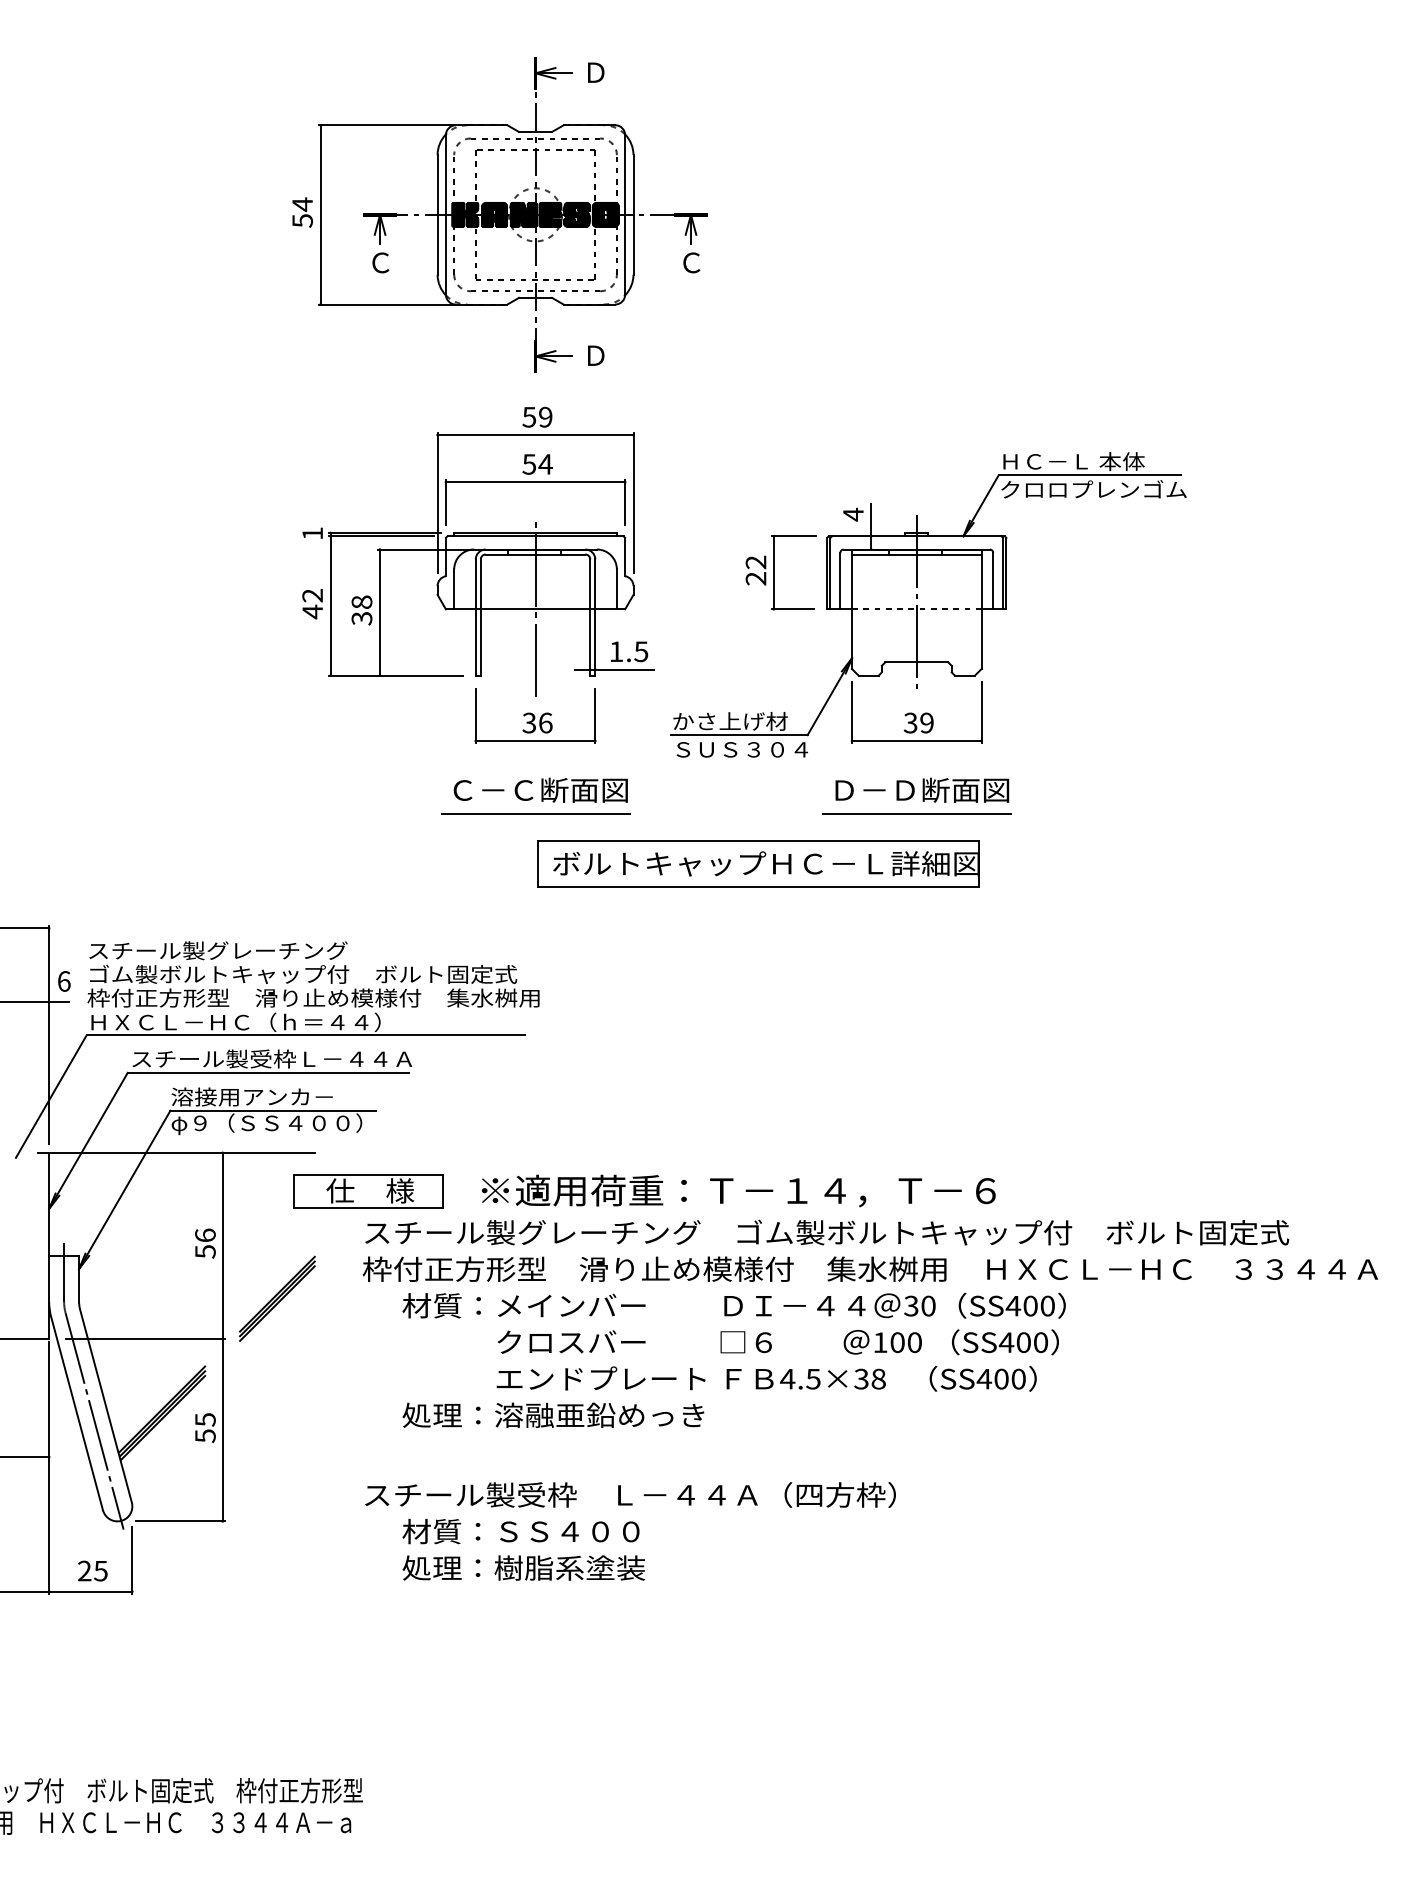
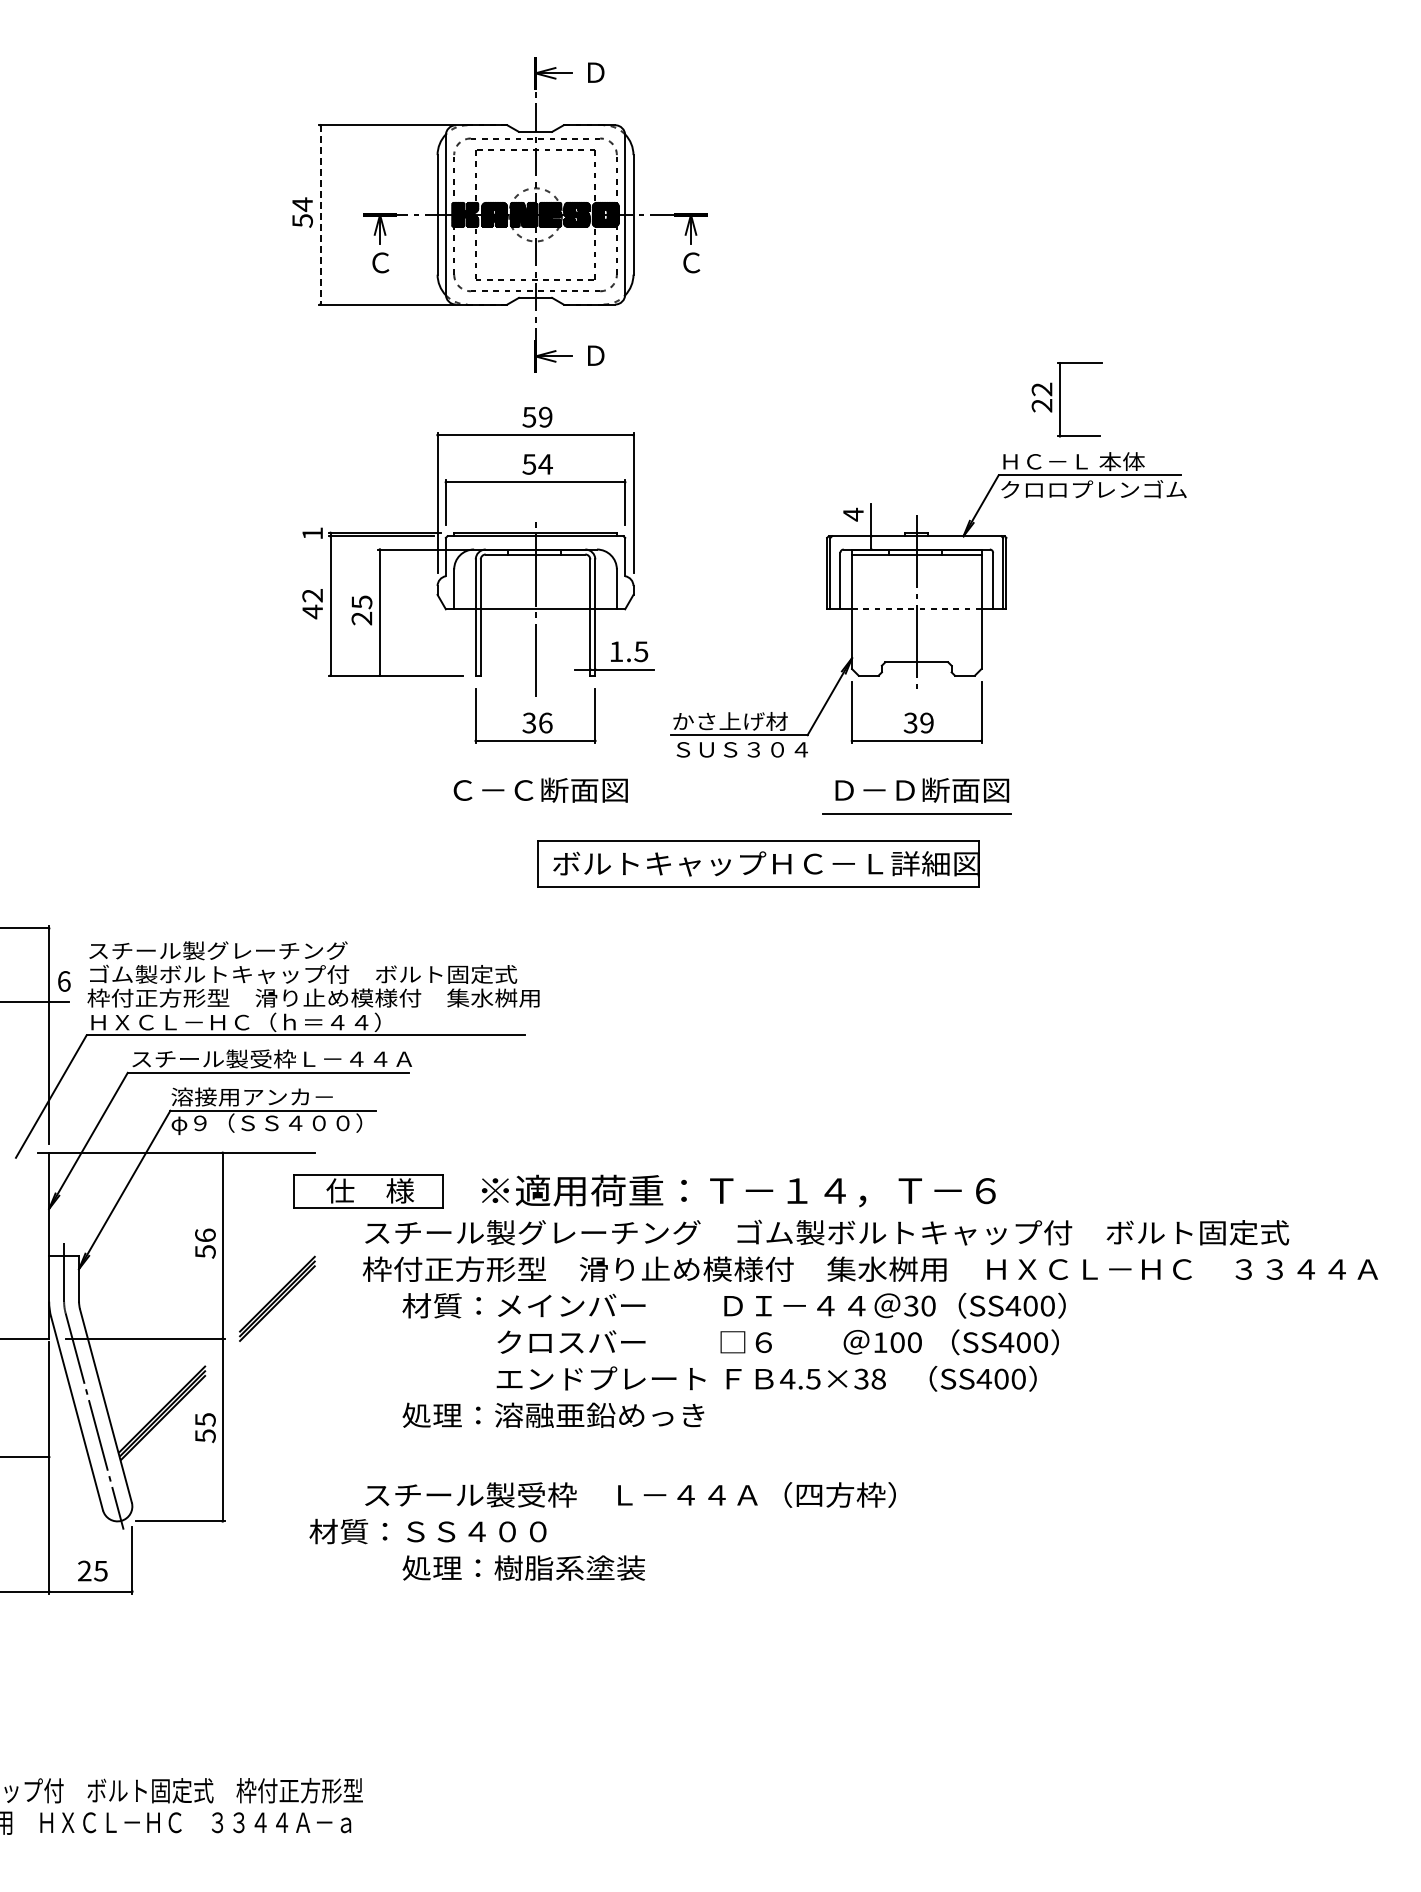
line at (320, 214): solid -> dashed
part at (780, 572) position: (780, 572) -> (1066, 399)
text at (361, 610): 38 -> 25
line at (535, 814): present -> none
text at (520, 1531) position: (520, 1531) -> (427, 1531)
